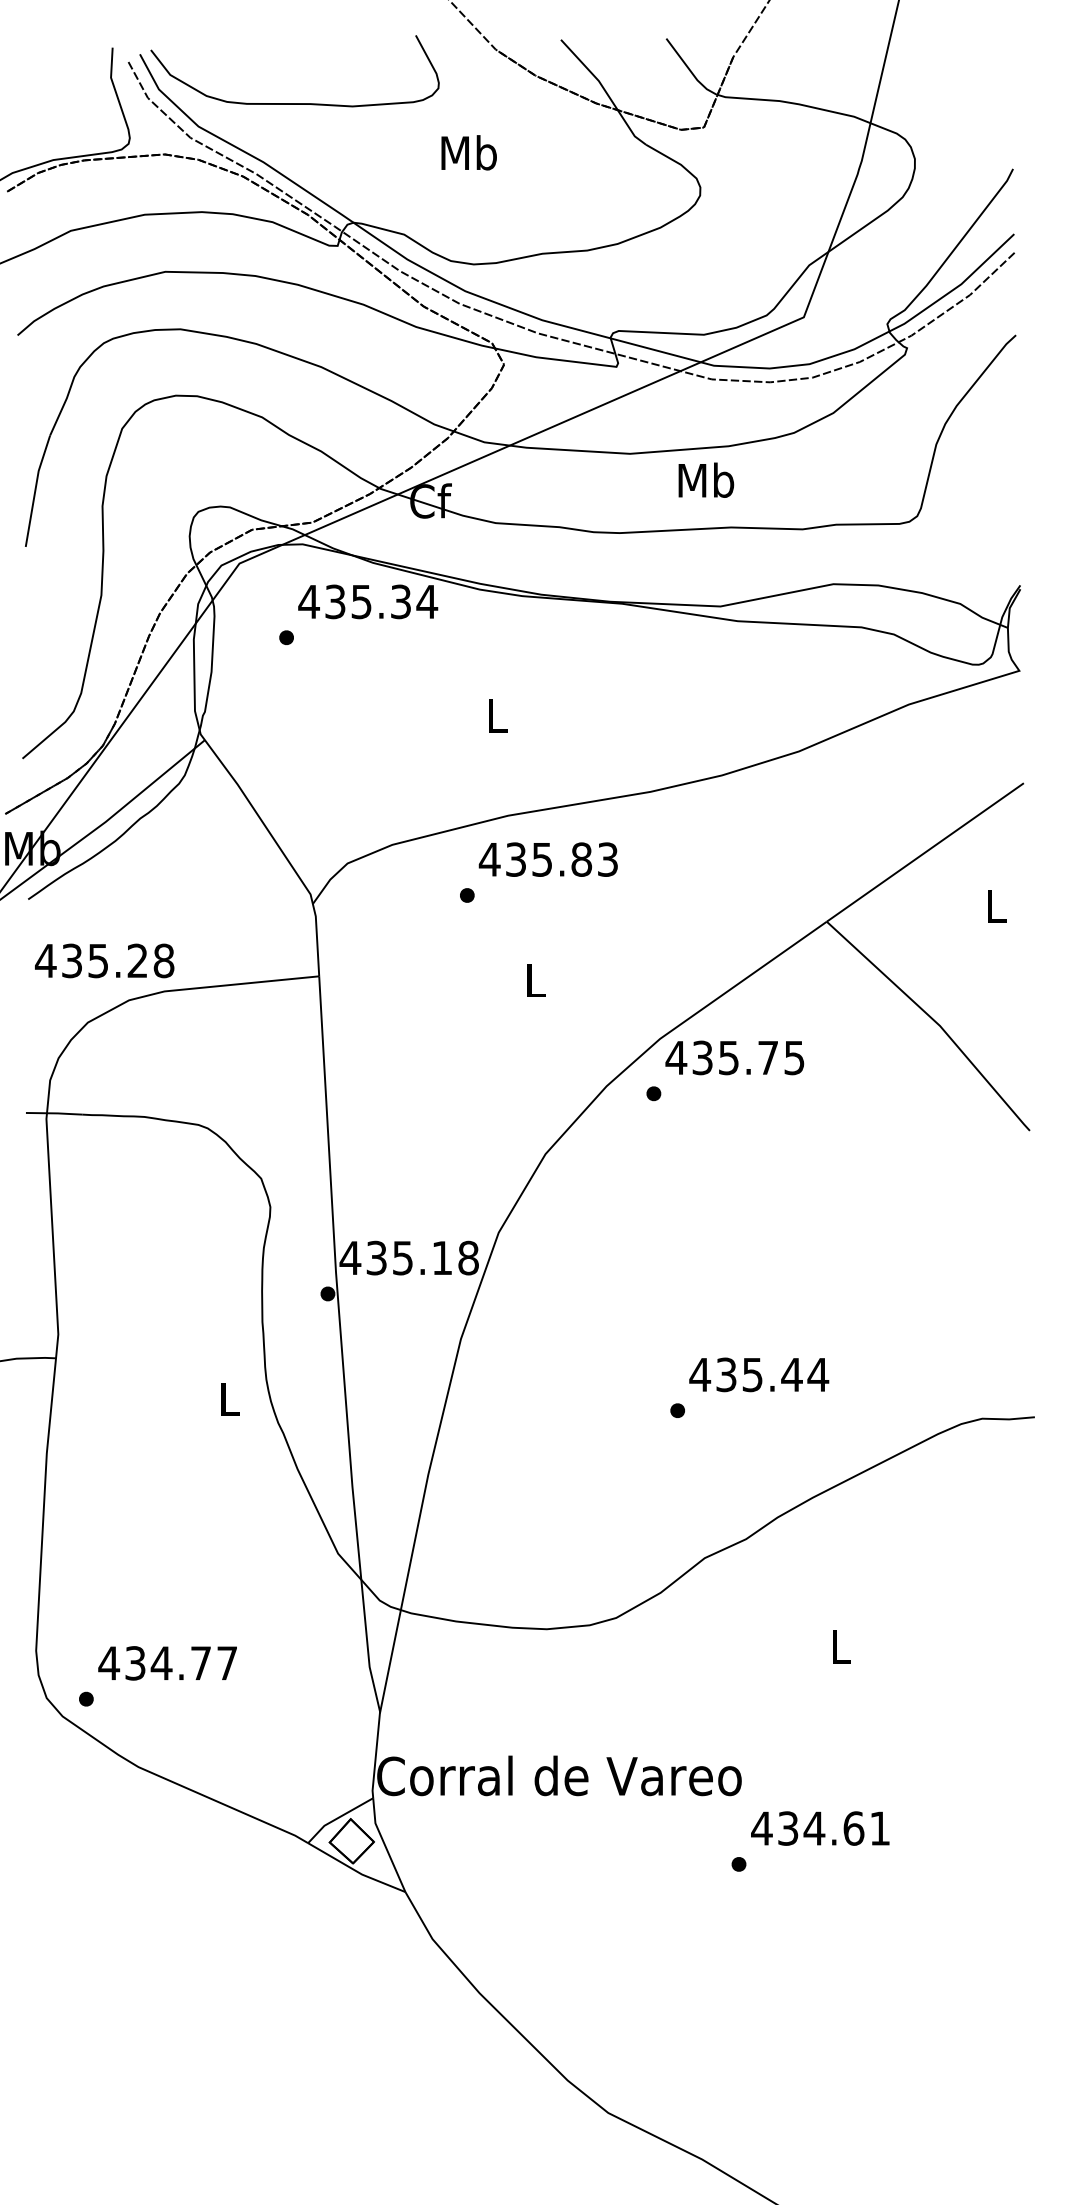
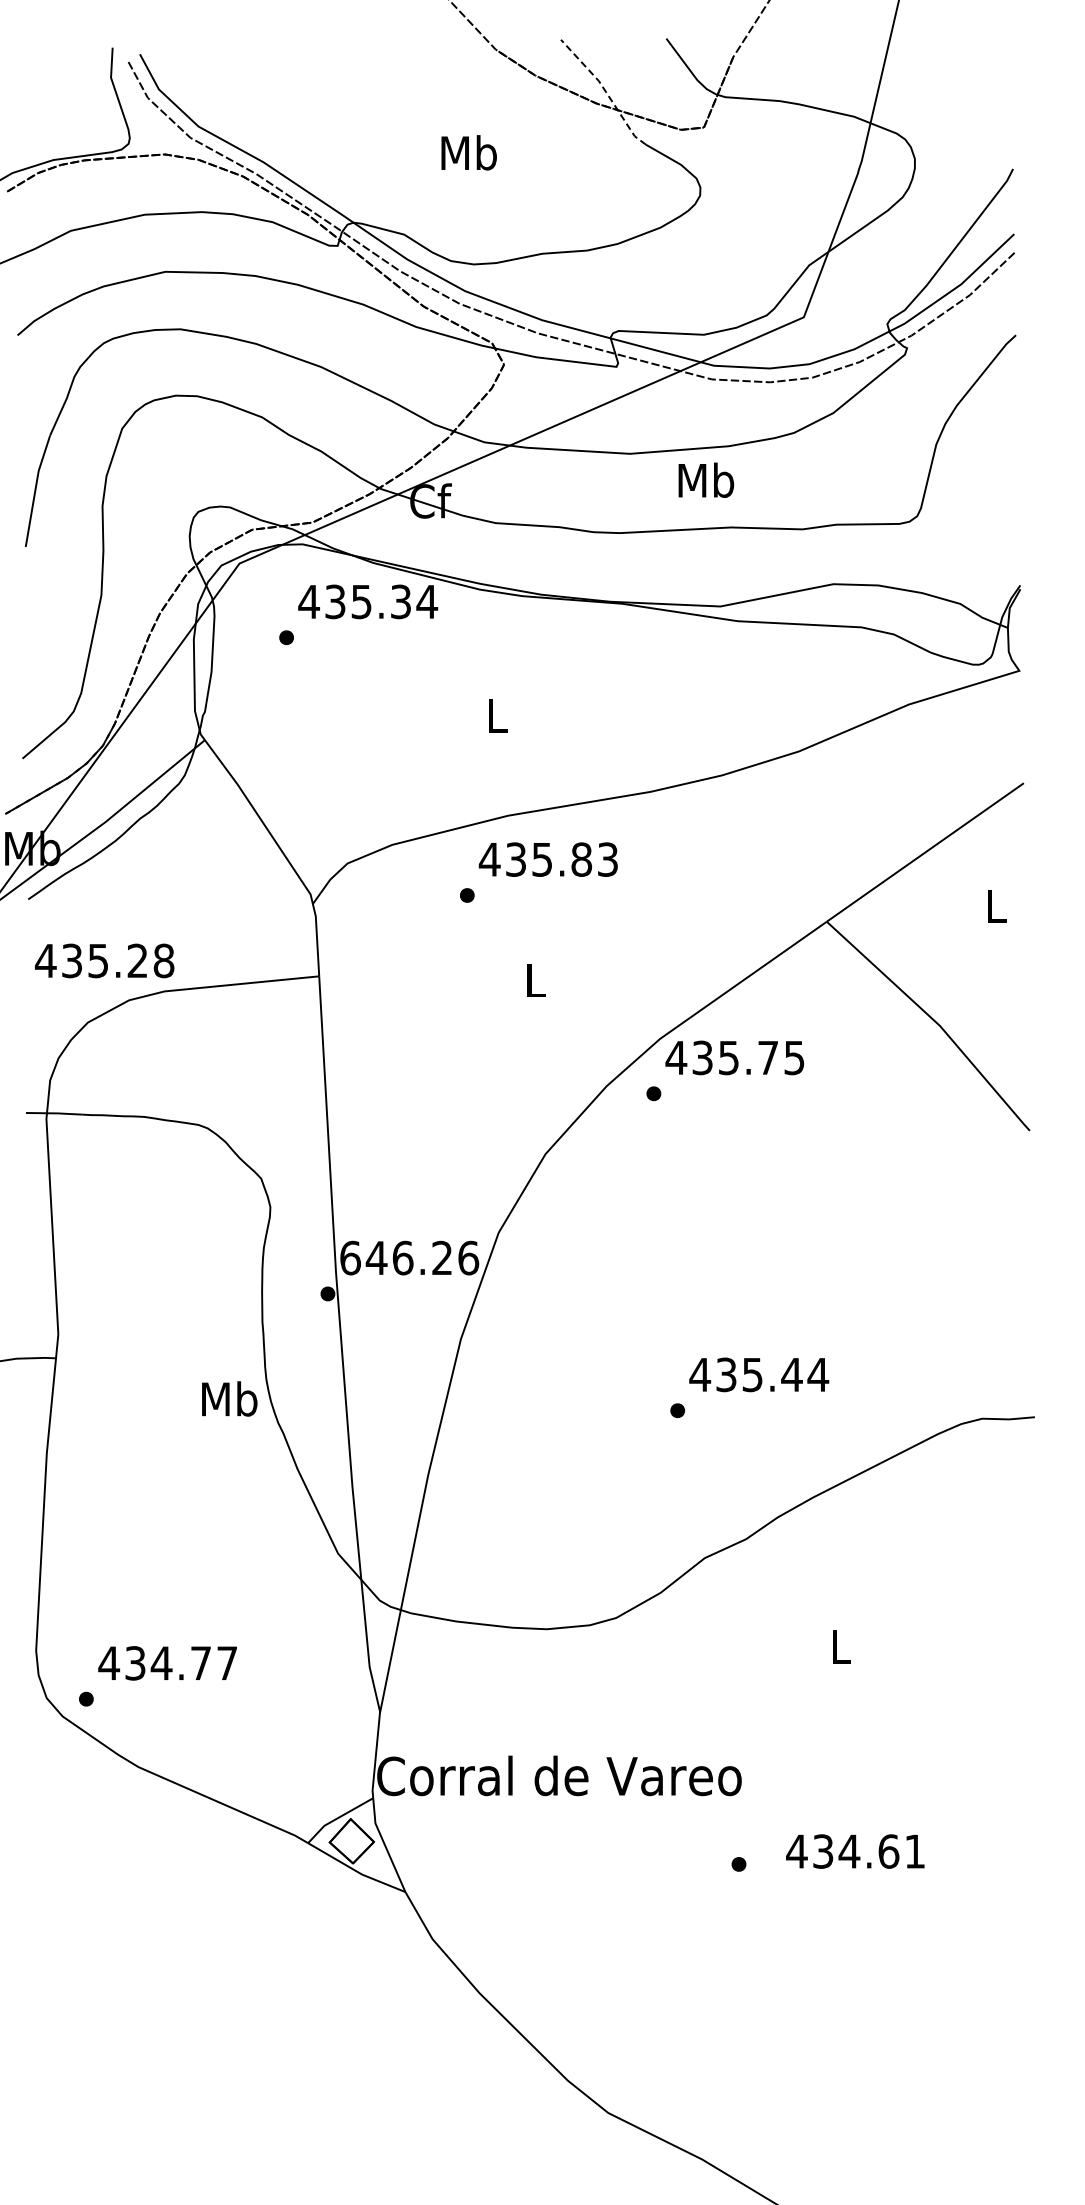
line at (605, 90): solid -> dashed
curve at (294, 103): present -> none
text at (409, 1257): 435.18 -> 646.26
text at (229, 1398): L -> Mb
text at (820, 1828) position: (820, 1828) -> (855, 1851)
